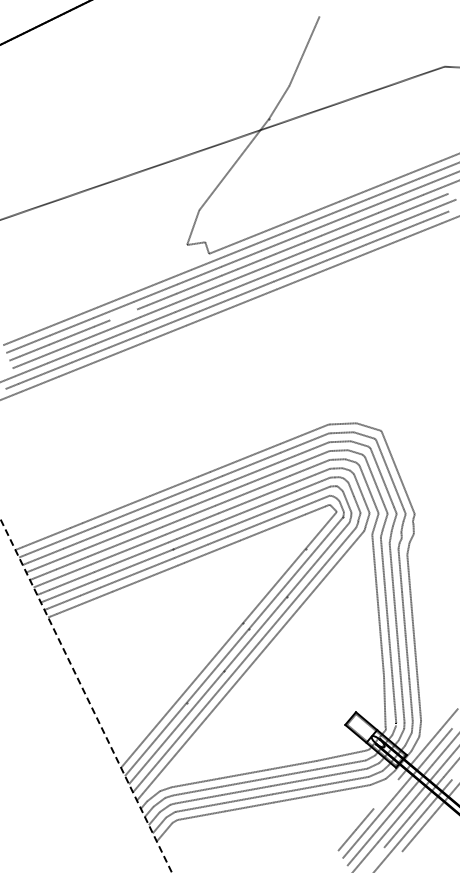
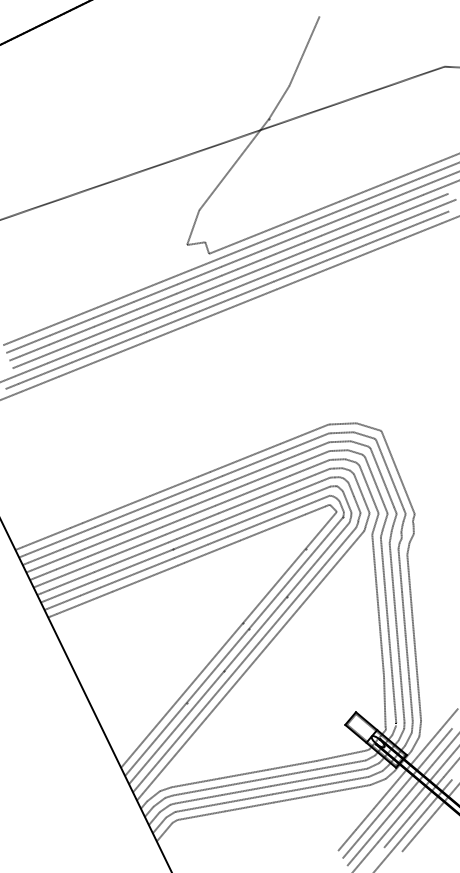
line at (123, 314): none -> present
line at (85, 695): dashed -> solid
line at (385, 793): none -> present
